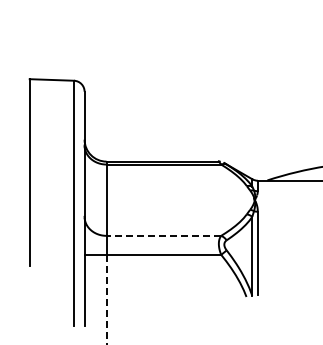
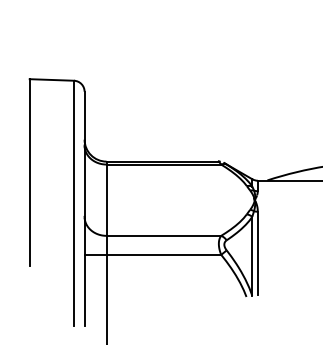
line at (163, 235): dashed -> solid
line at (106, 299): dashed -> solid
